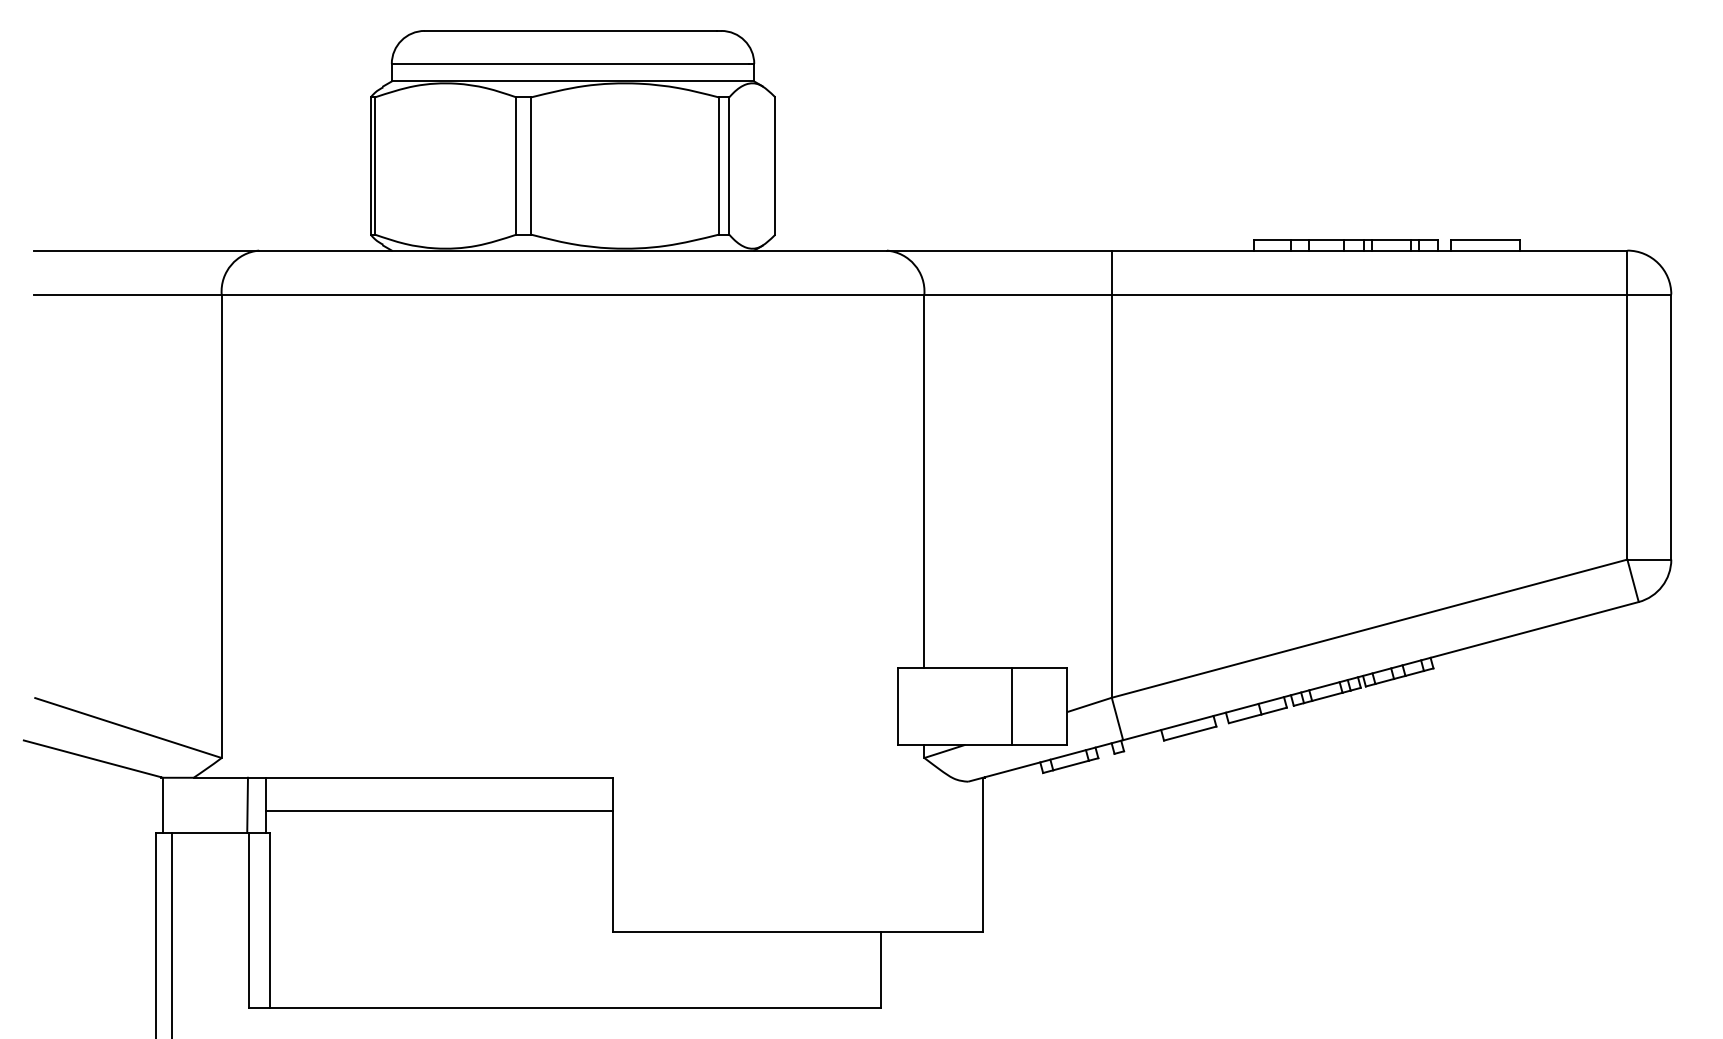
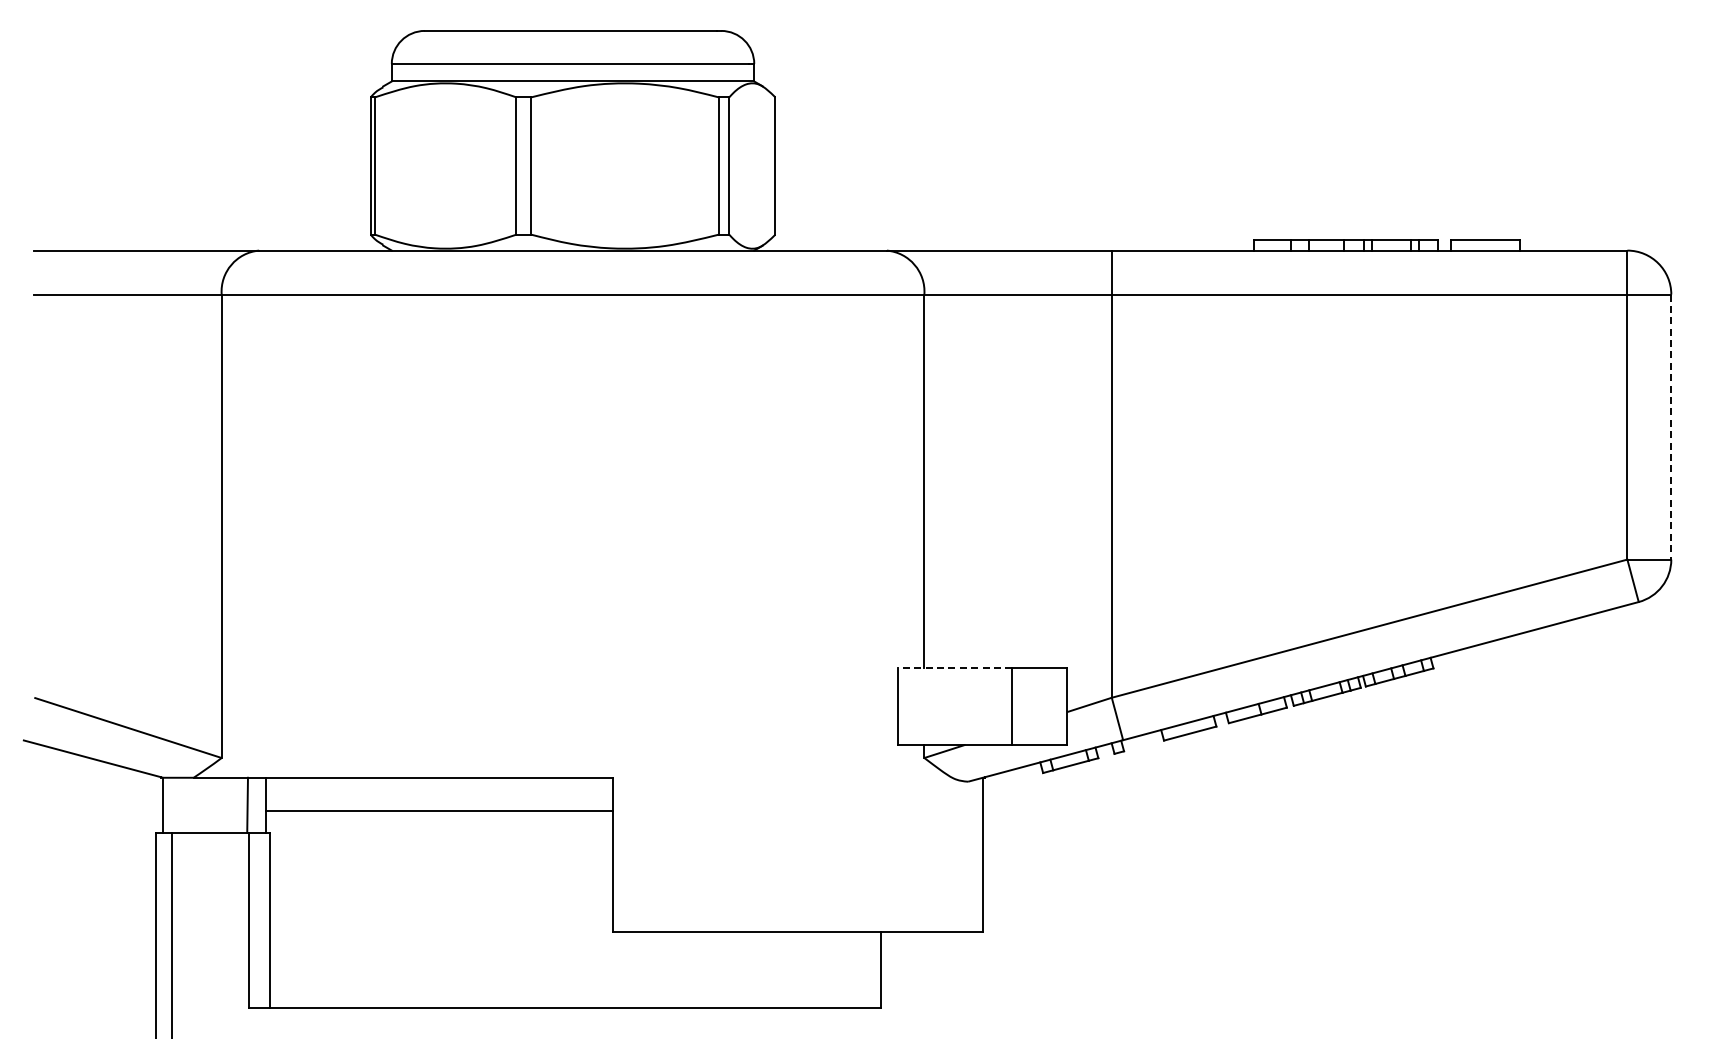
line at (1671, 427): solid -> dashed
line at (954, 667): solid -> dashed
